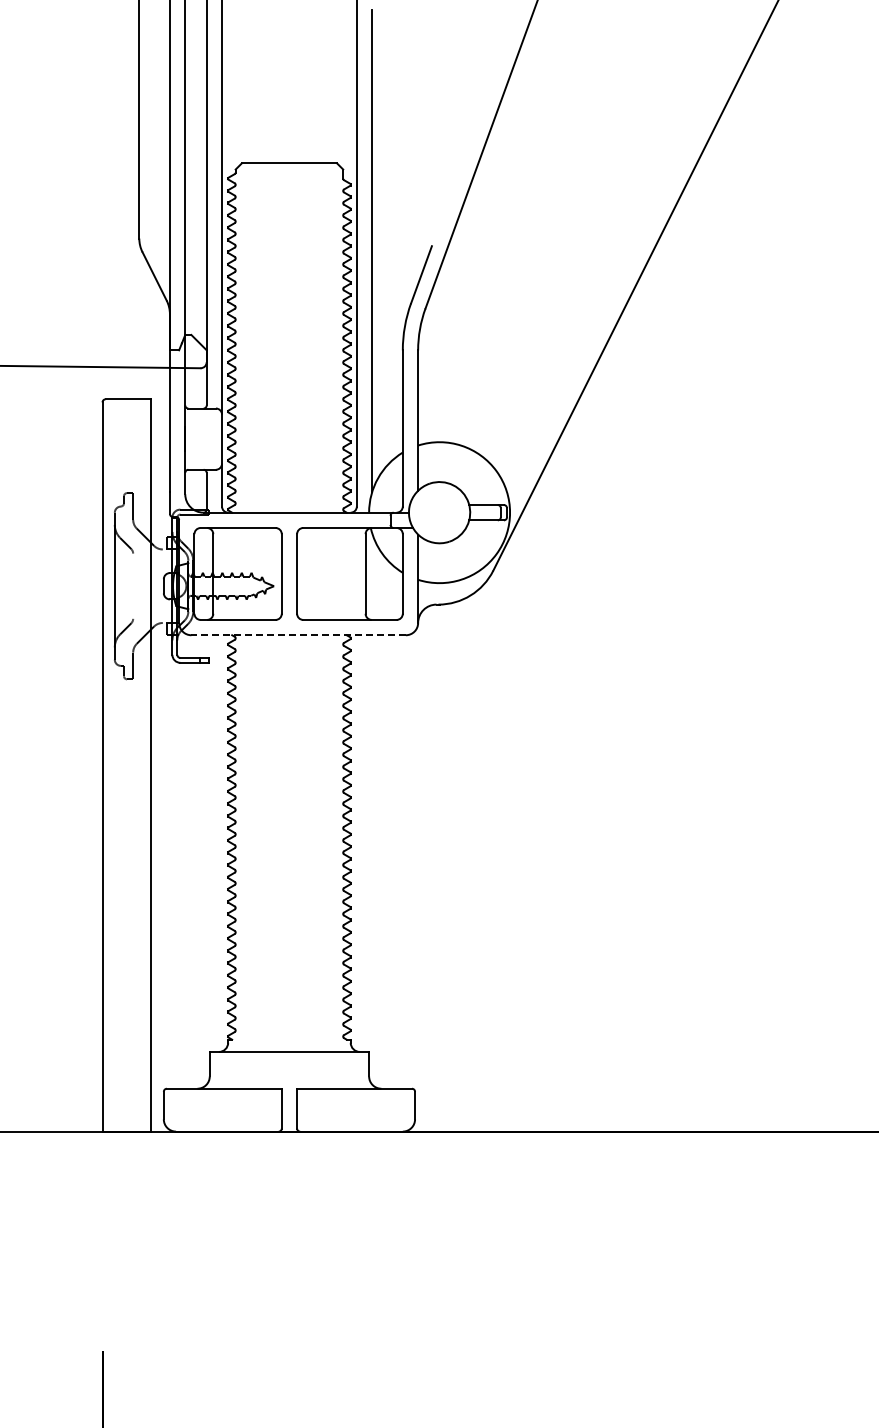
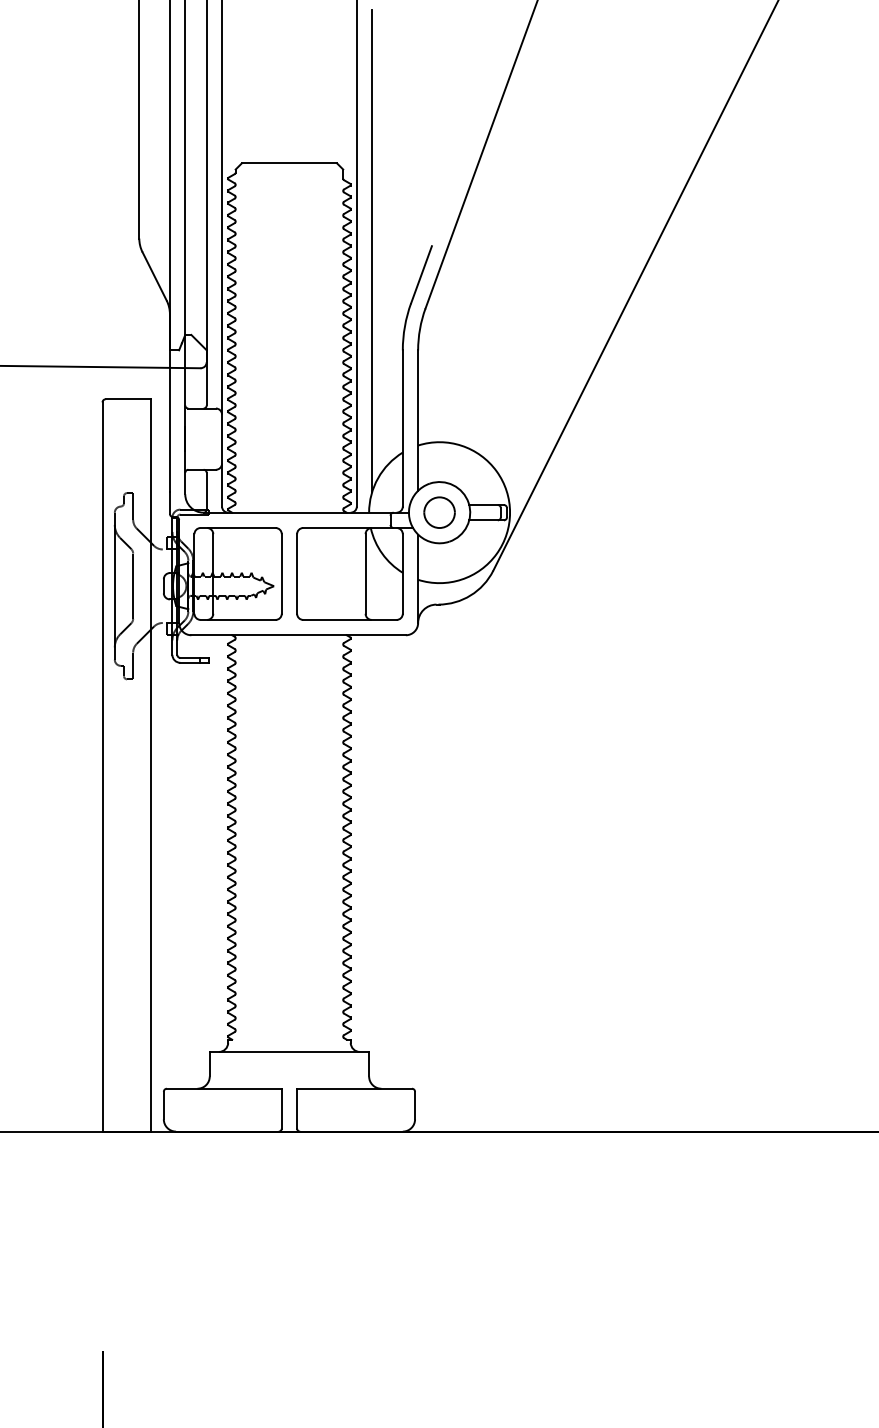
part at (439, 512): none -> present
line at (133, 585): none -> present
line at (298, 635): dashed -> solid
